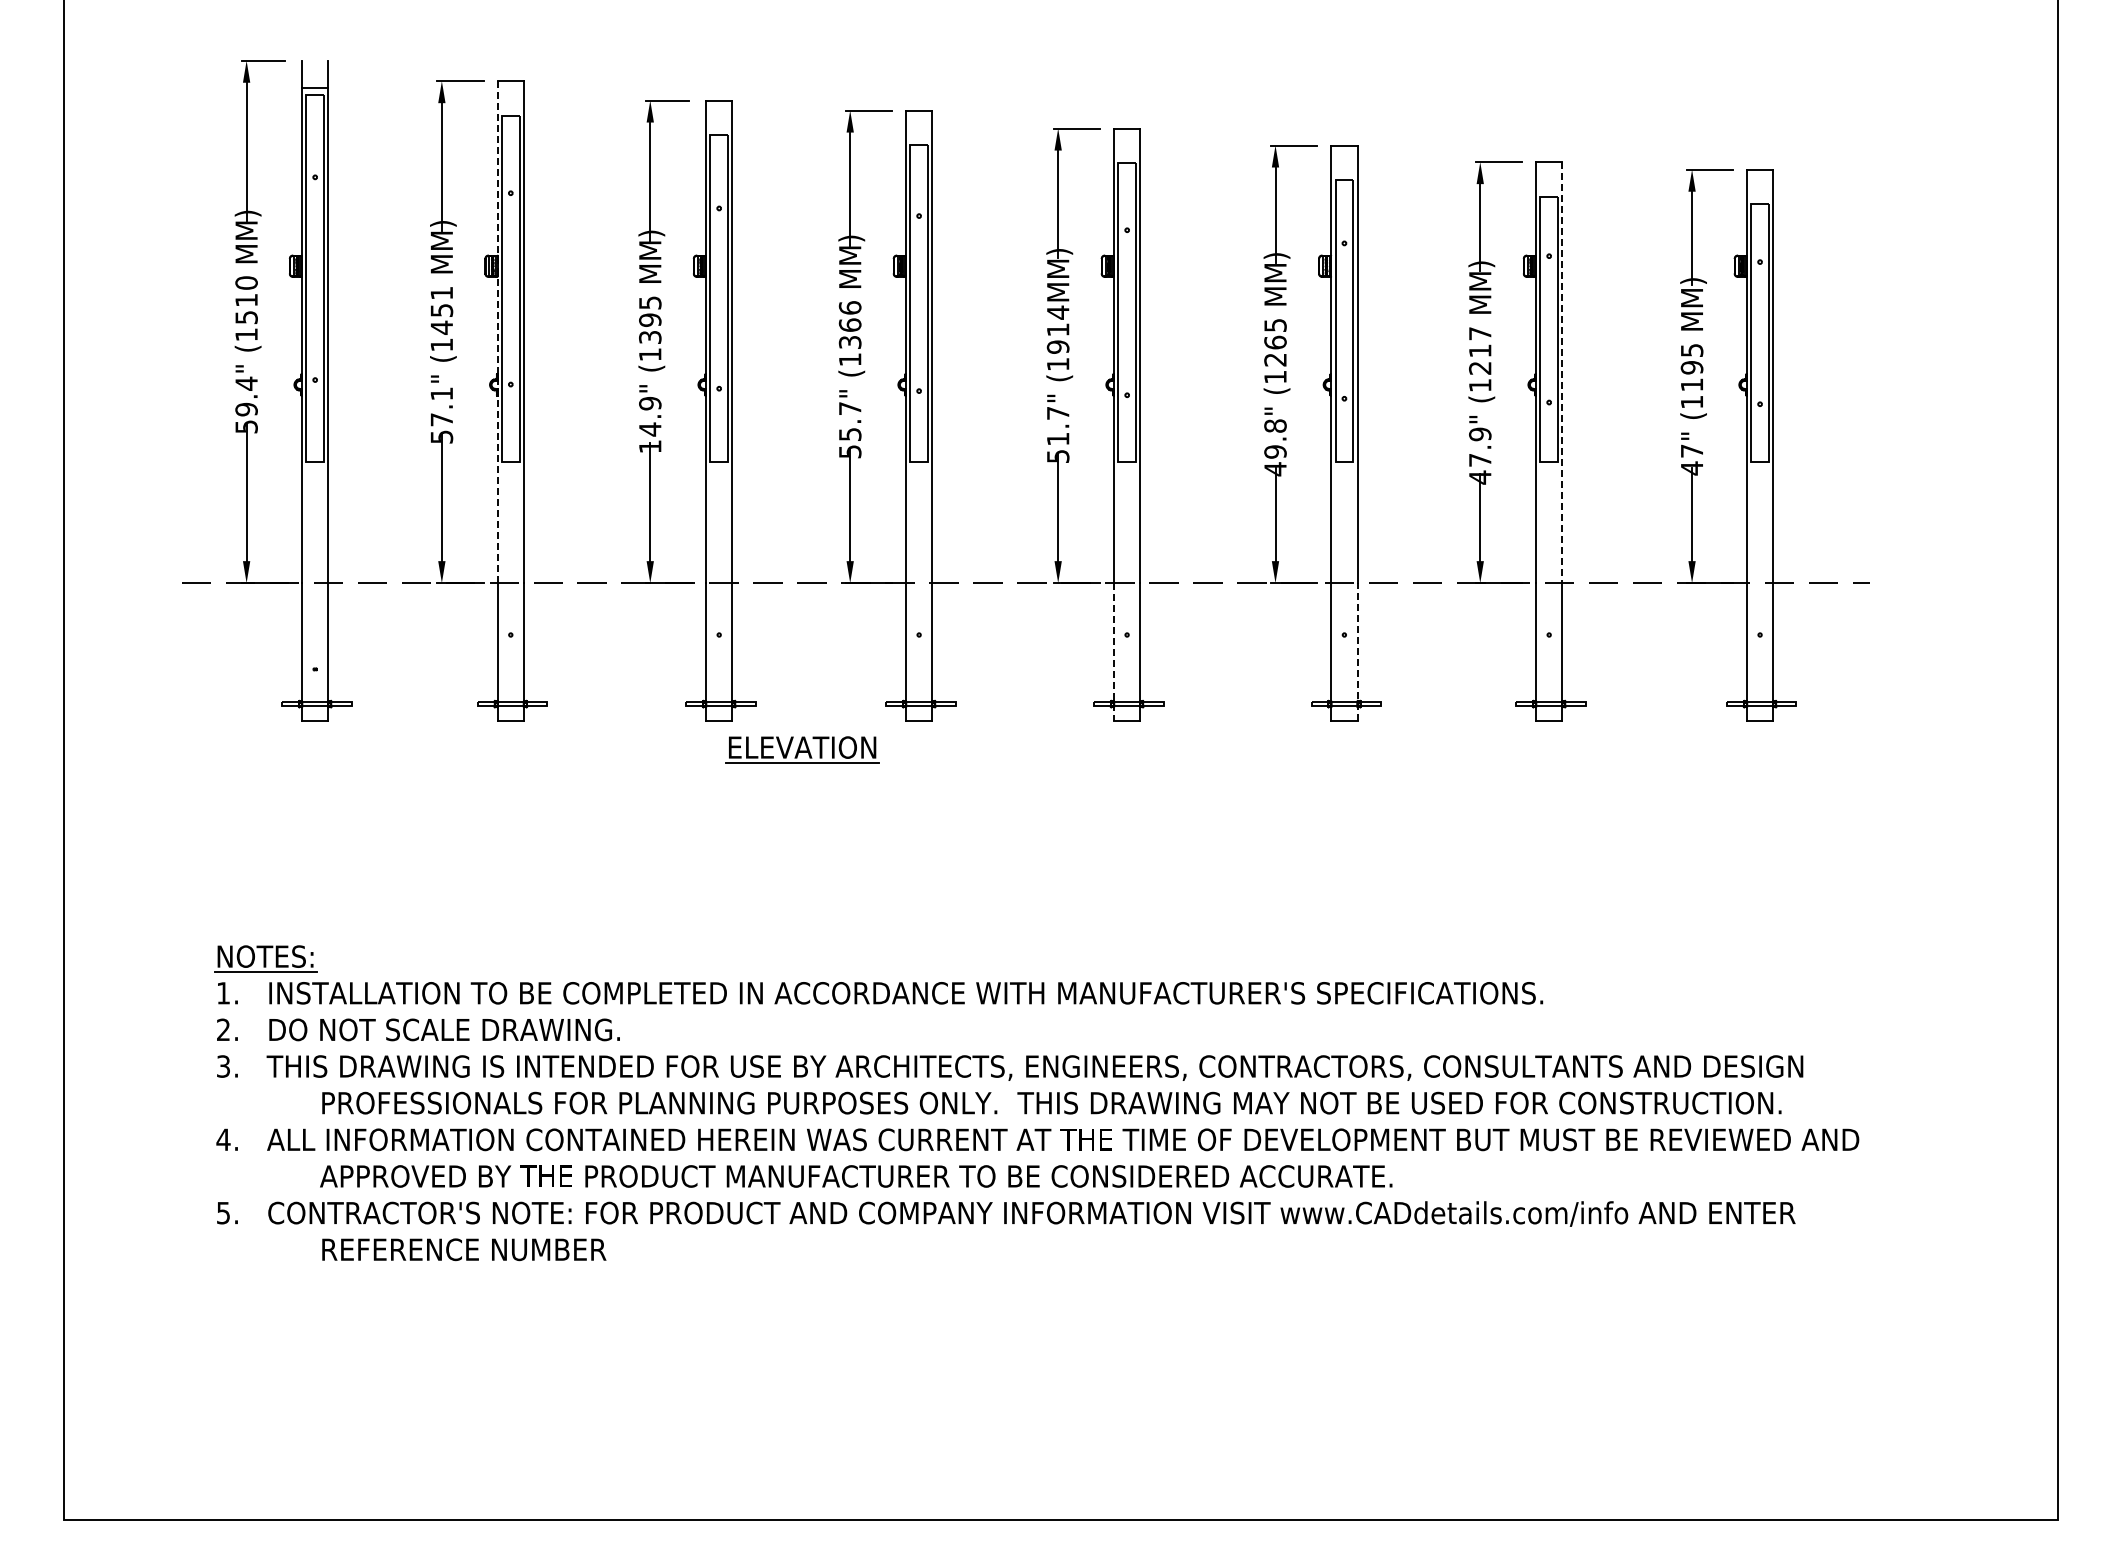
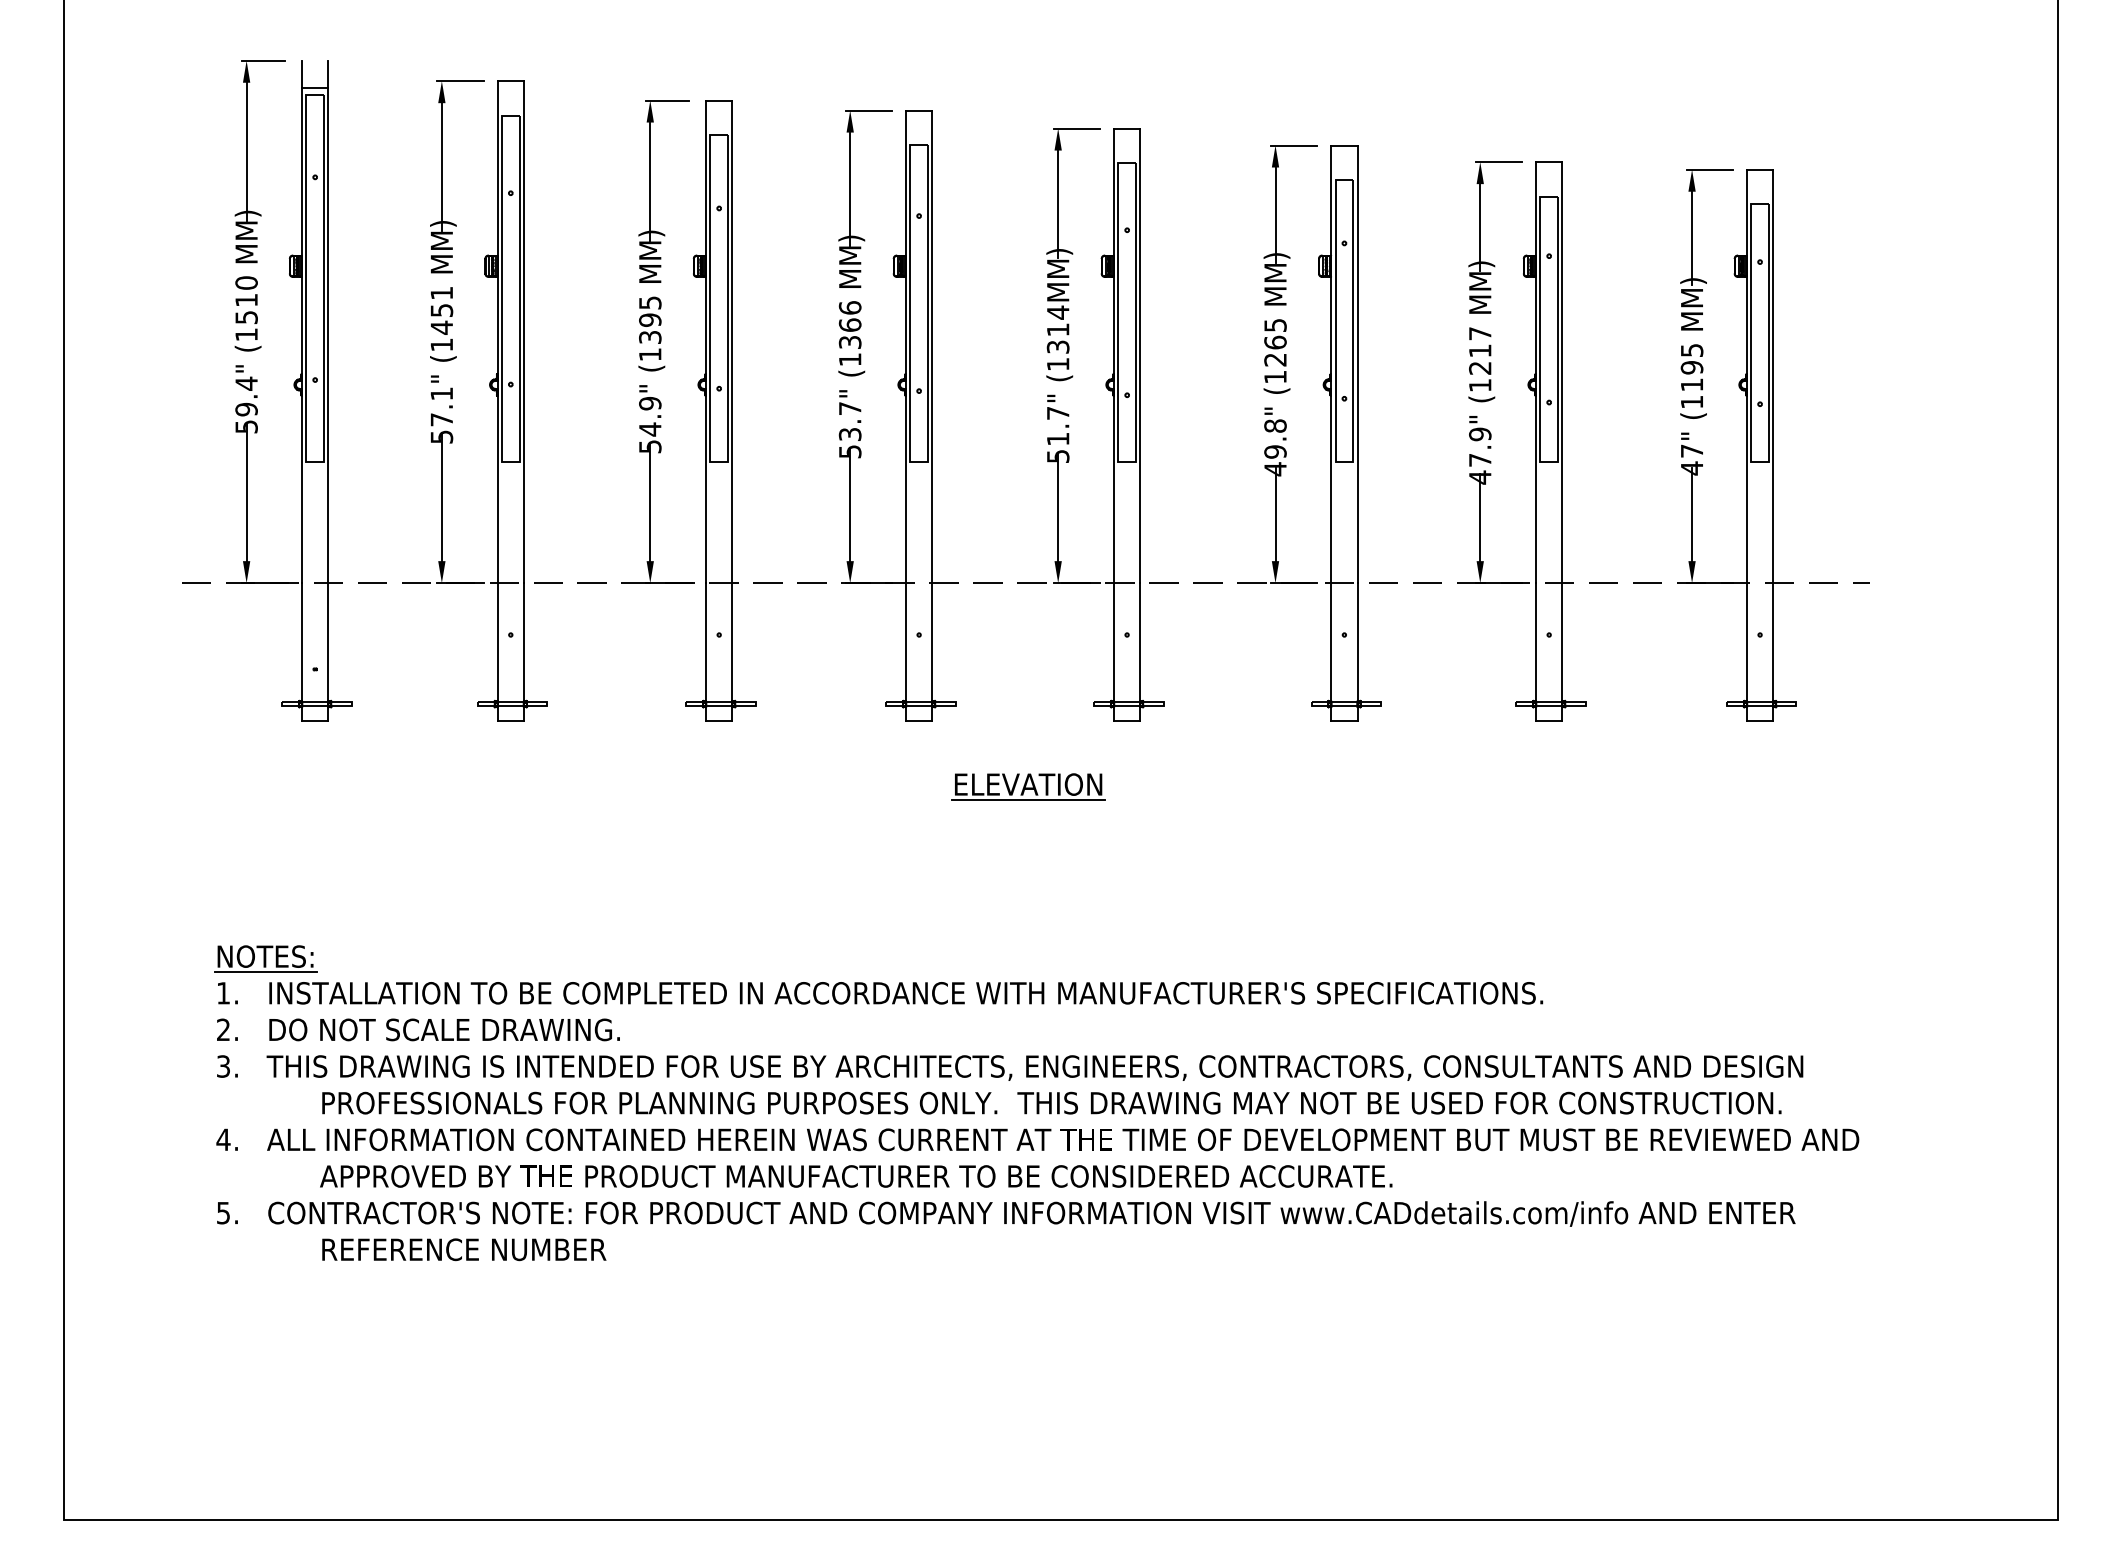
line at (497, 332): dashed -> solid
text at (1058, 346): (1914MM) -> (1314MM)
line at (1562, 373): dashed -> solid
text at (849, 434): 55.7" -> 53.7"
text at (650, 446): 14.9" -> 54.9"
line at (1357, 651): dashed -> solid
line at (1113, 652): dashed -> solid
part at (802, 749) position: (802, 749) -> (1028, 786)
